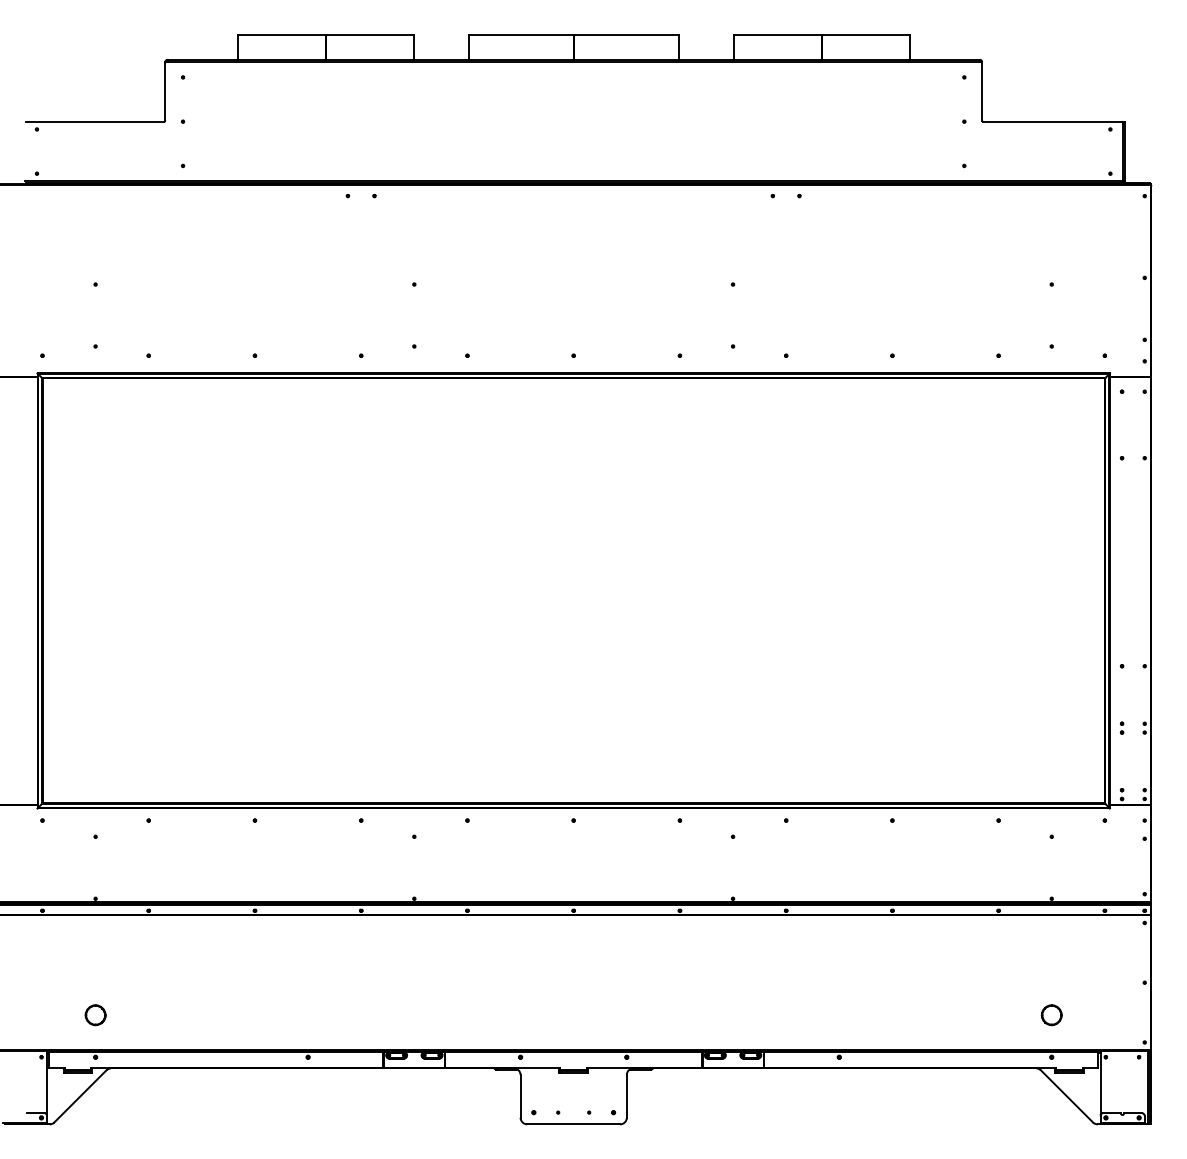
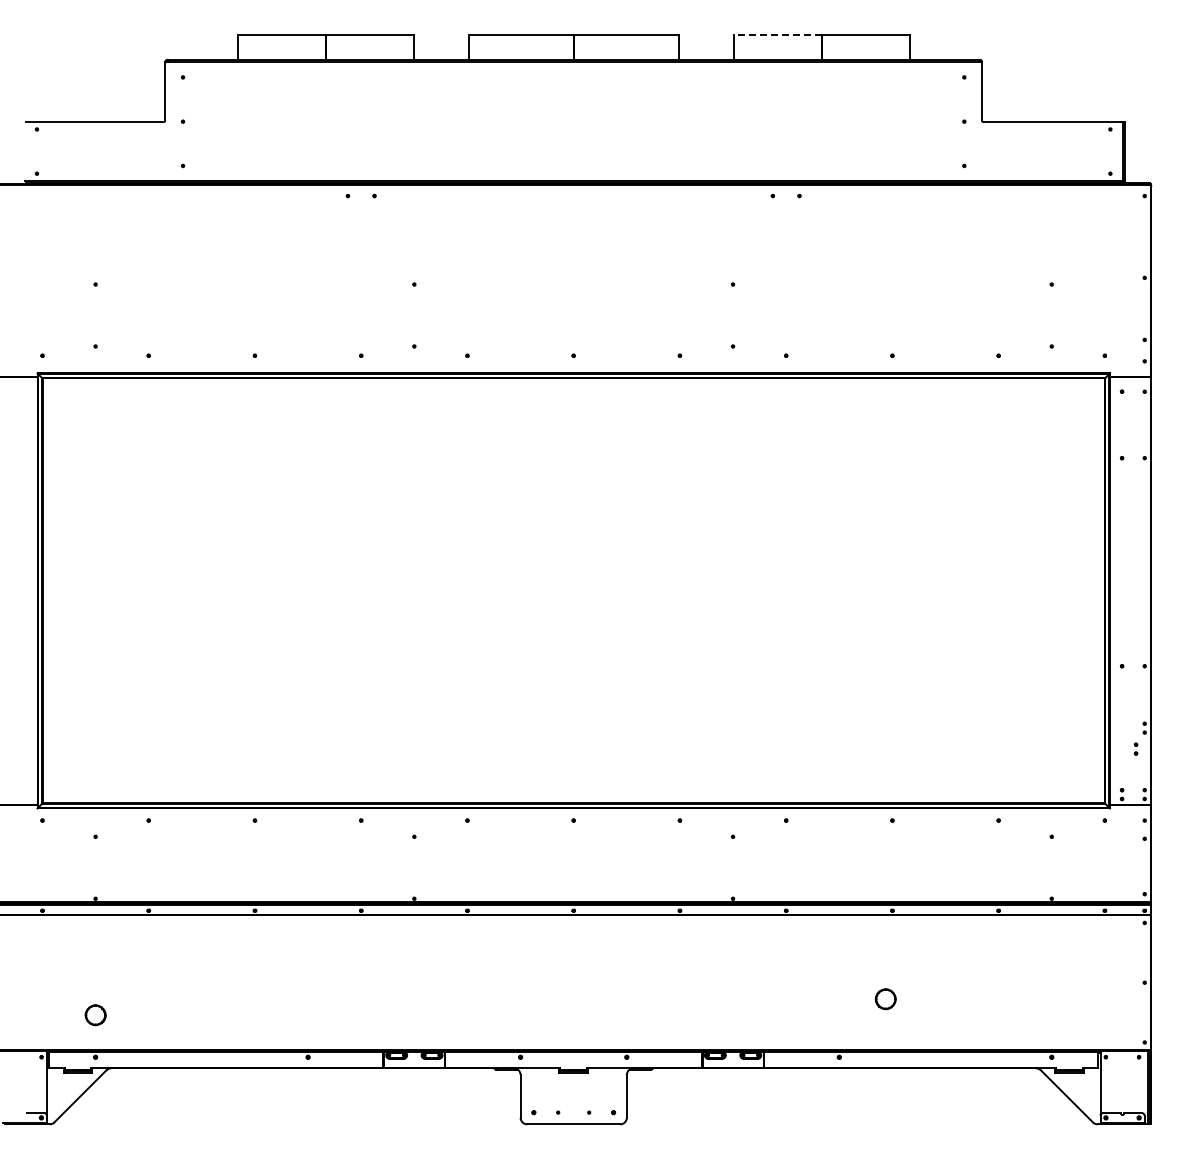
line at (777, 35): solid -> dashed
part at (1121, 727) position: (1121, 727) -> (1135, 748)
part at (1051, 1015) position: (1051, 1015) -> (885, 999)
